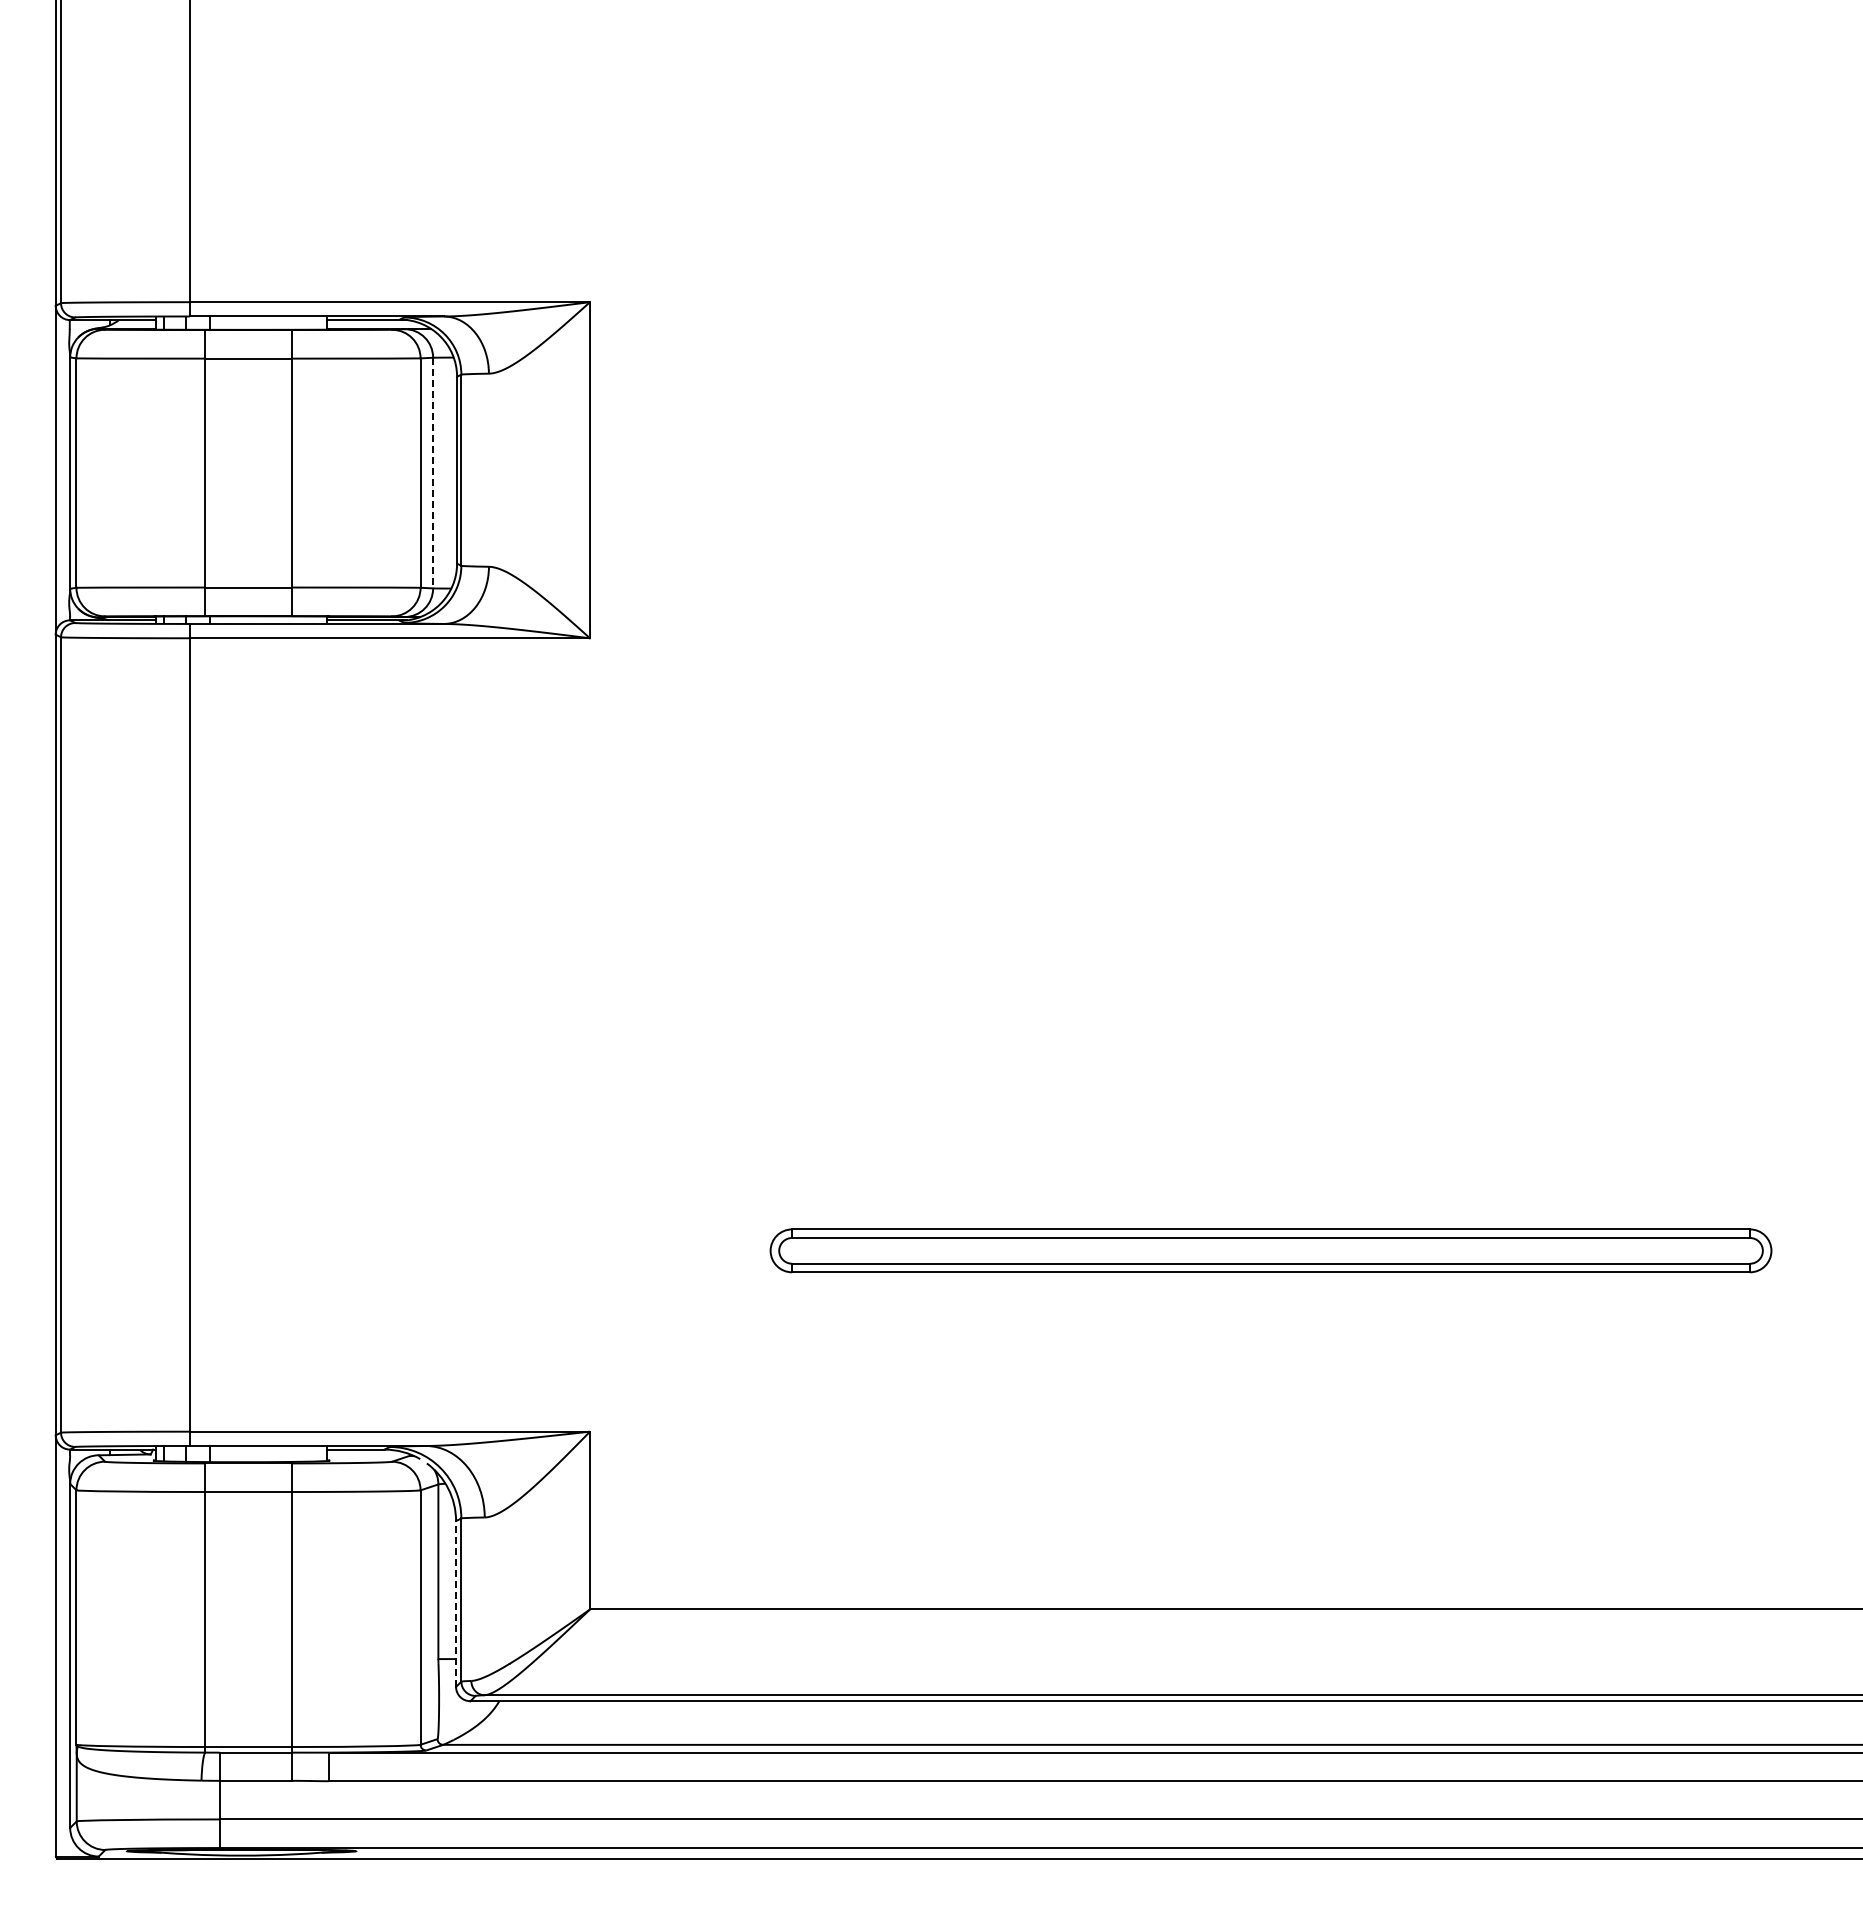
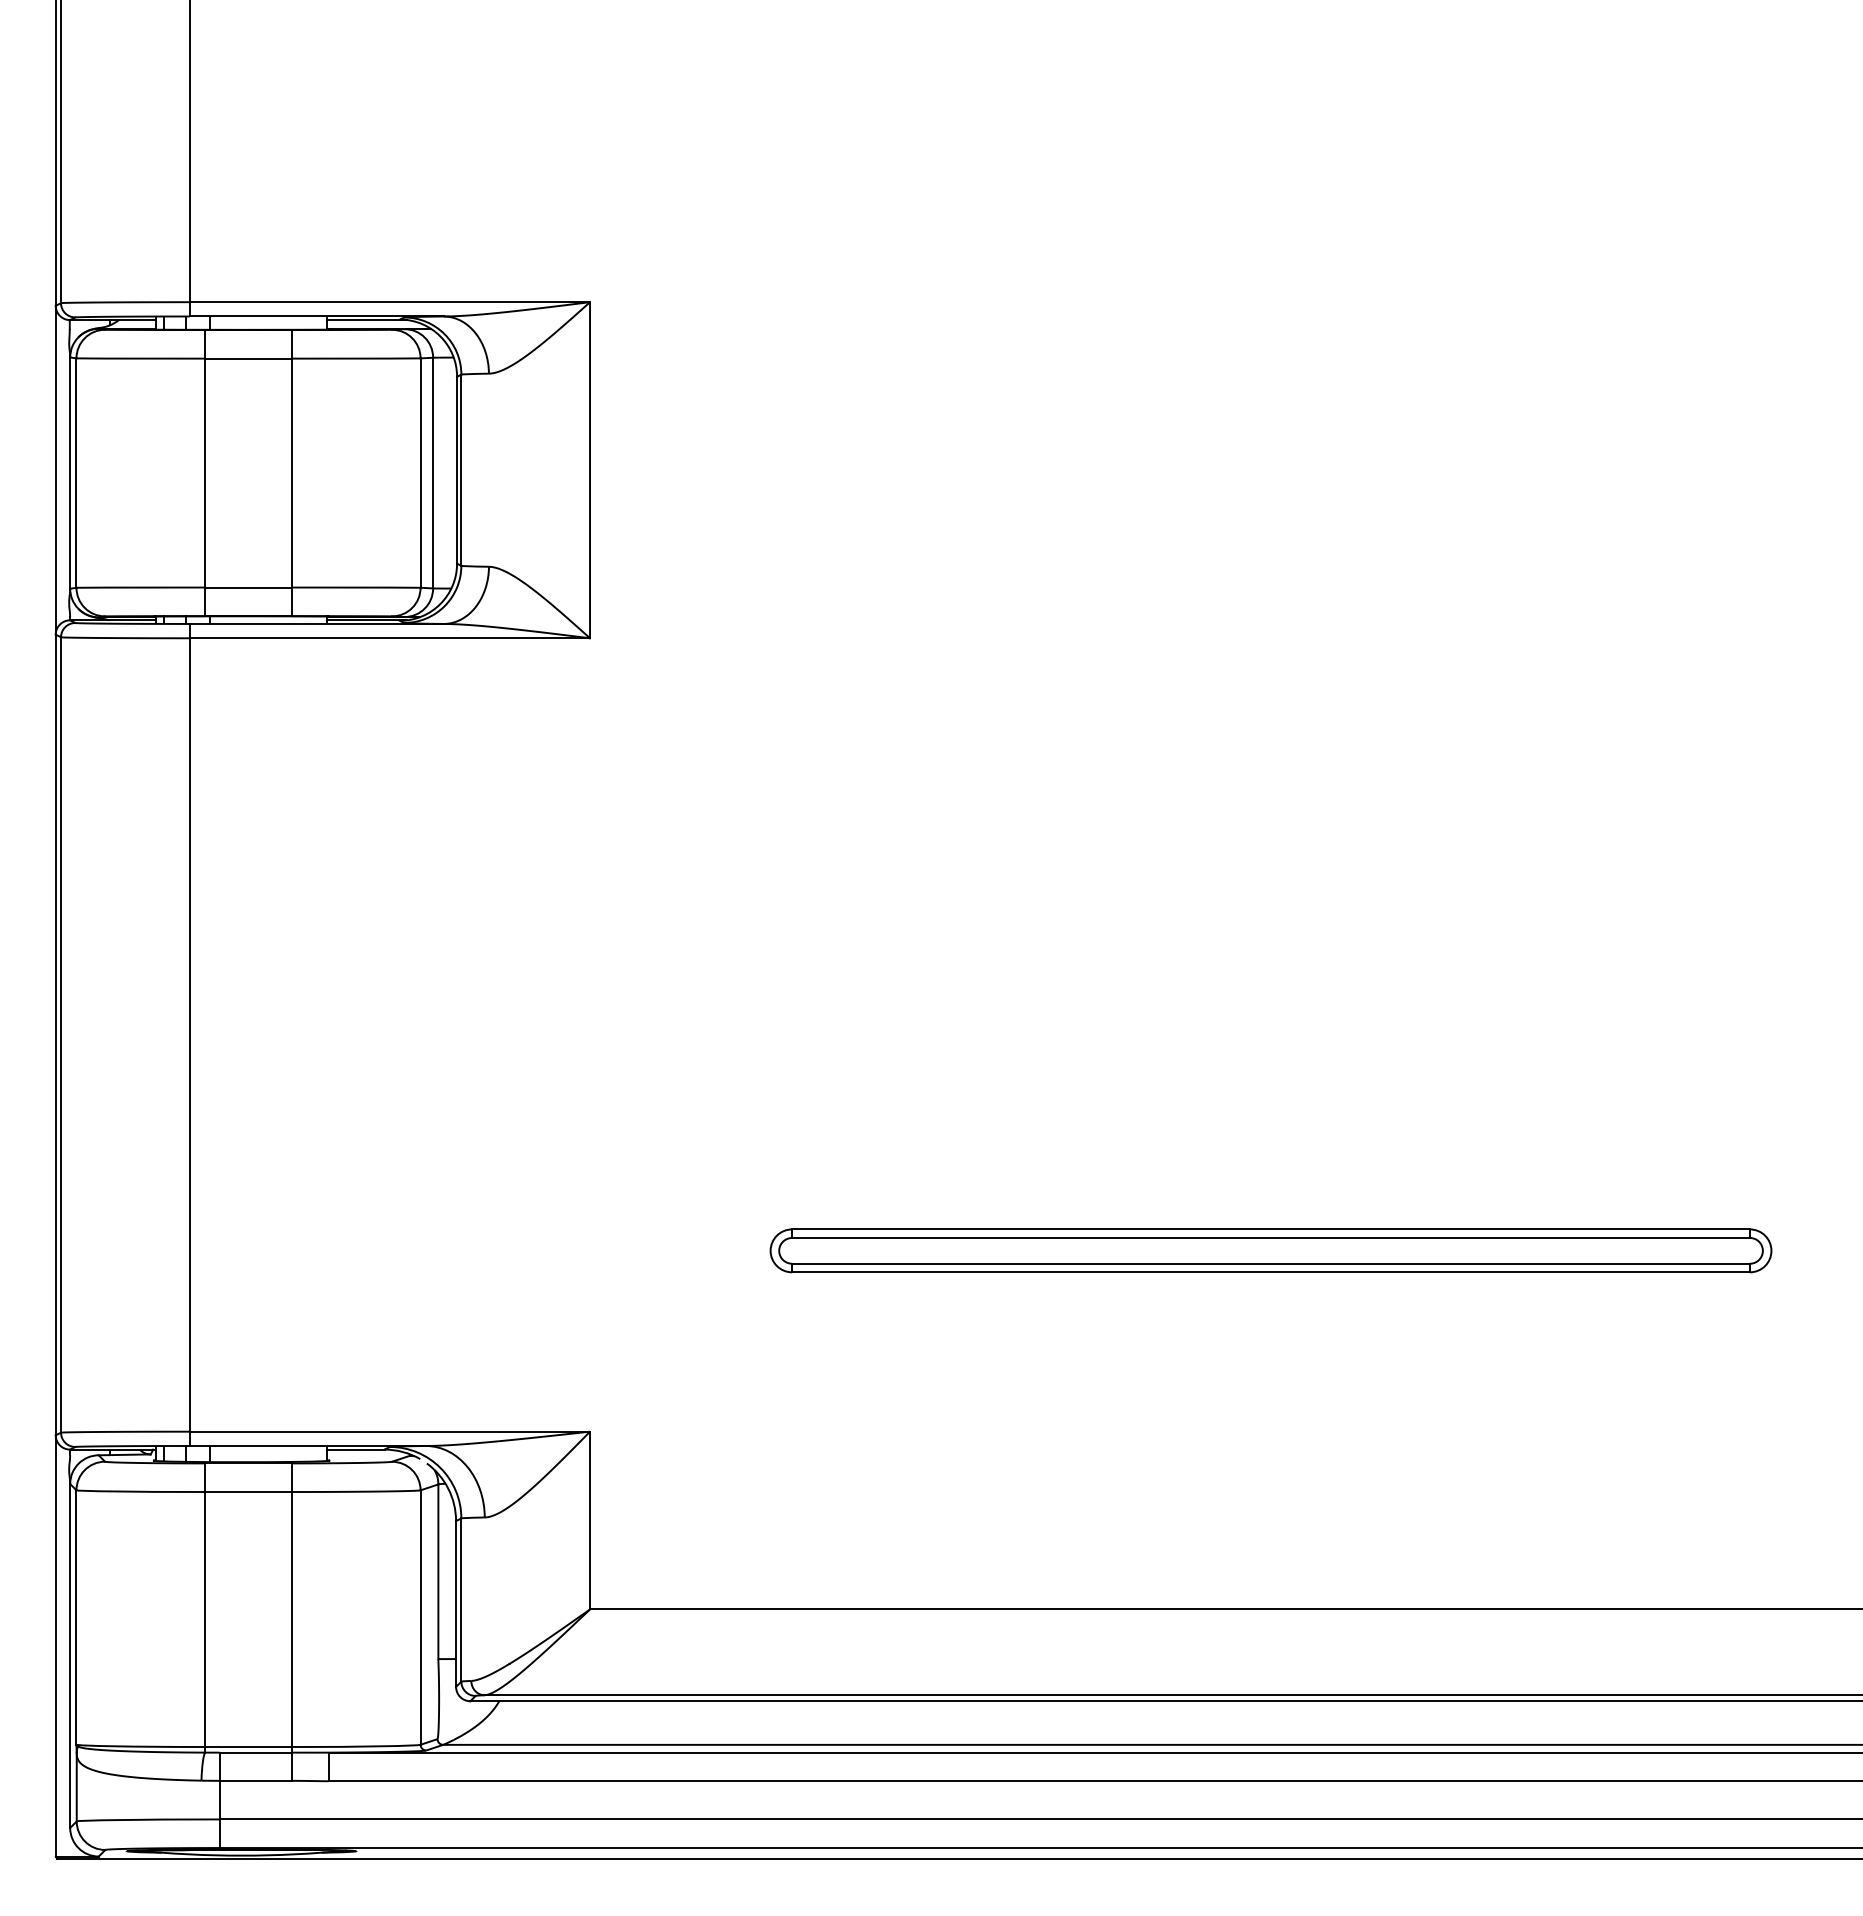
line at (433, 473): dashed -> solid
line at (456, 1604): dashed -> solid
